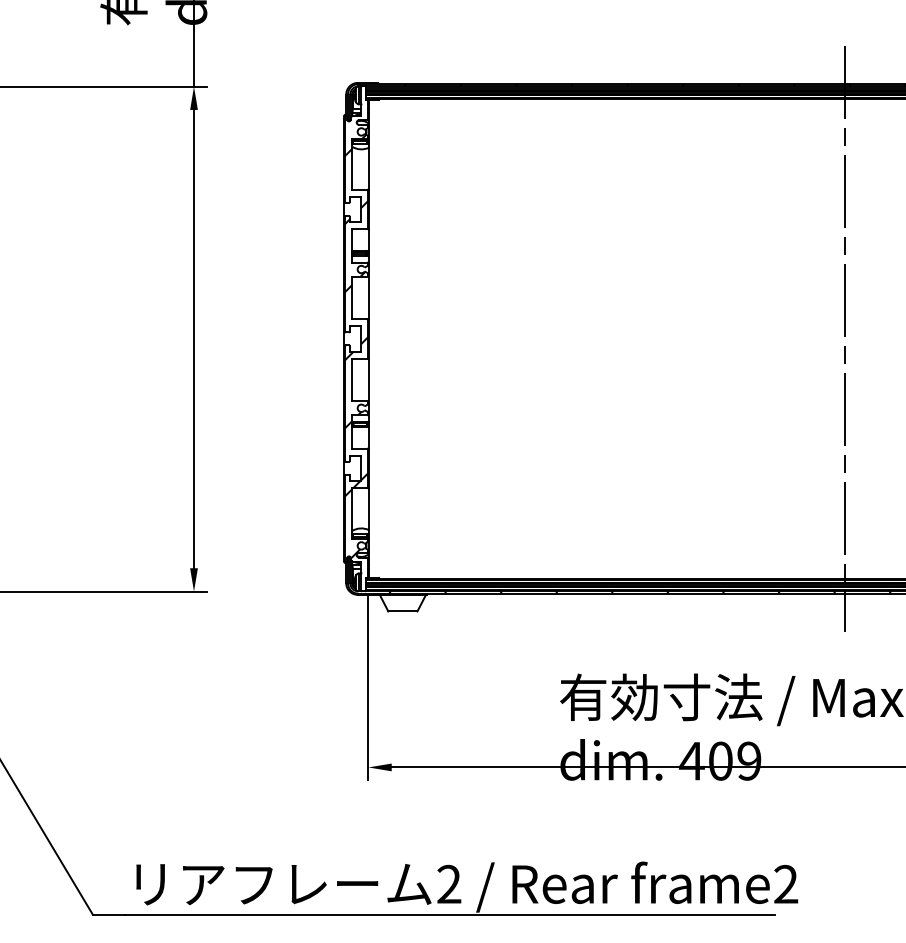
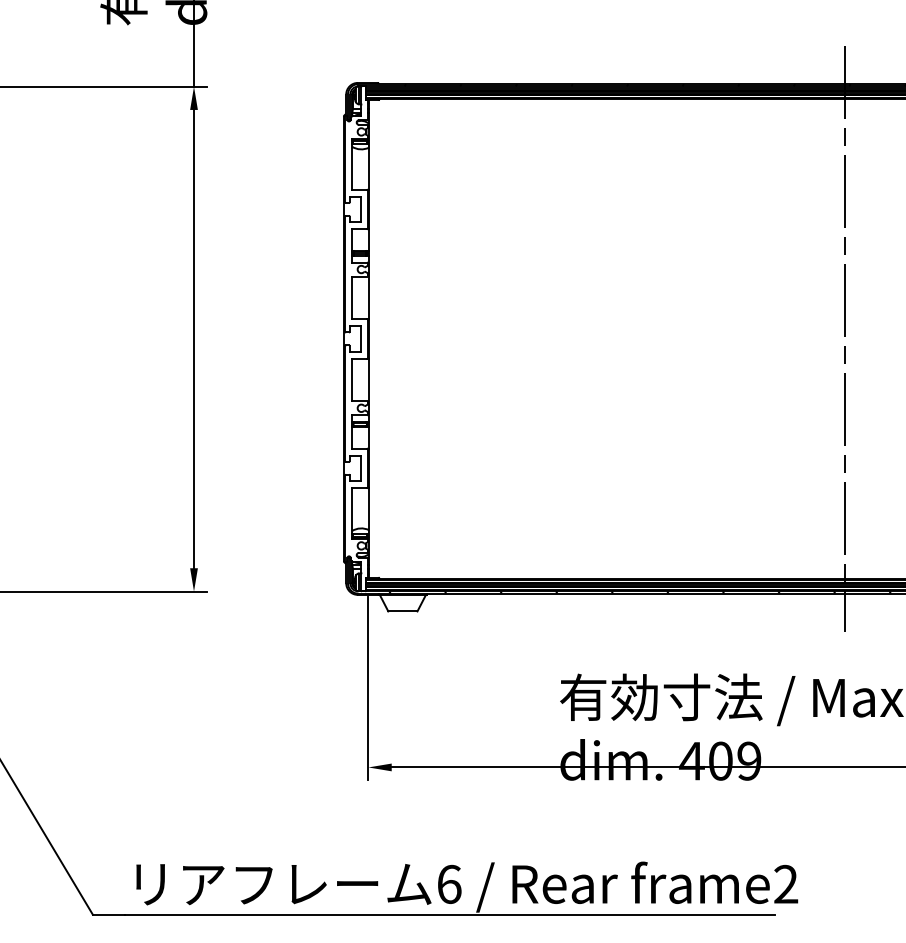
hatch at (356, 346): present -> none
text at (449, 883): 2 -> 6
